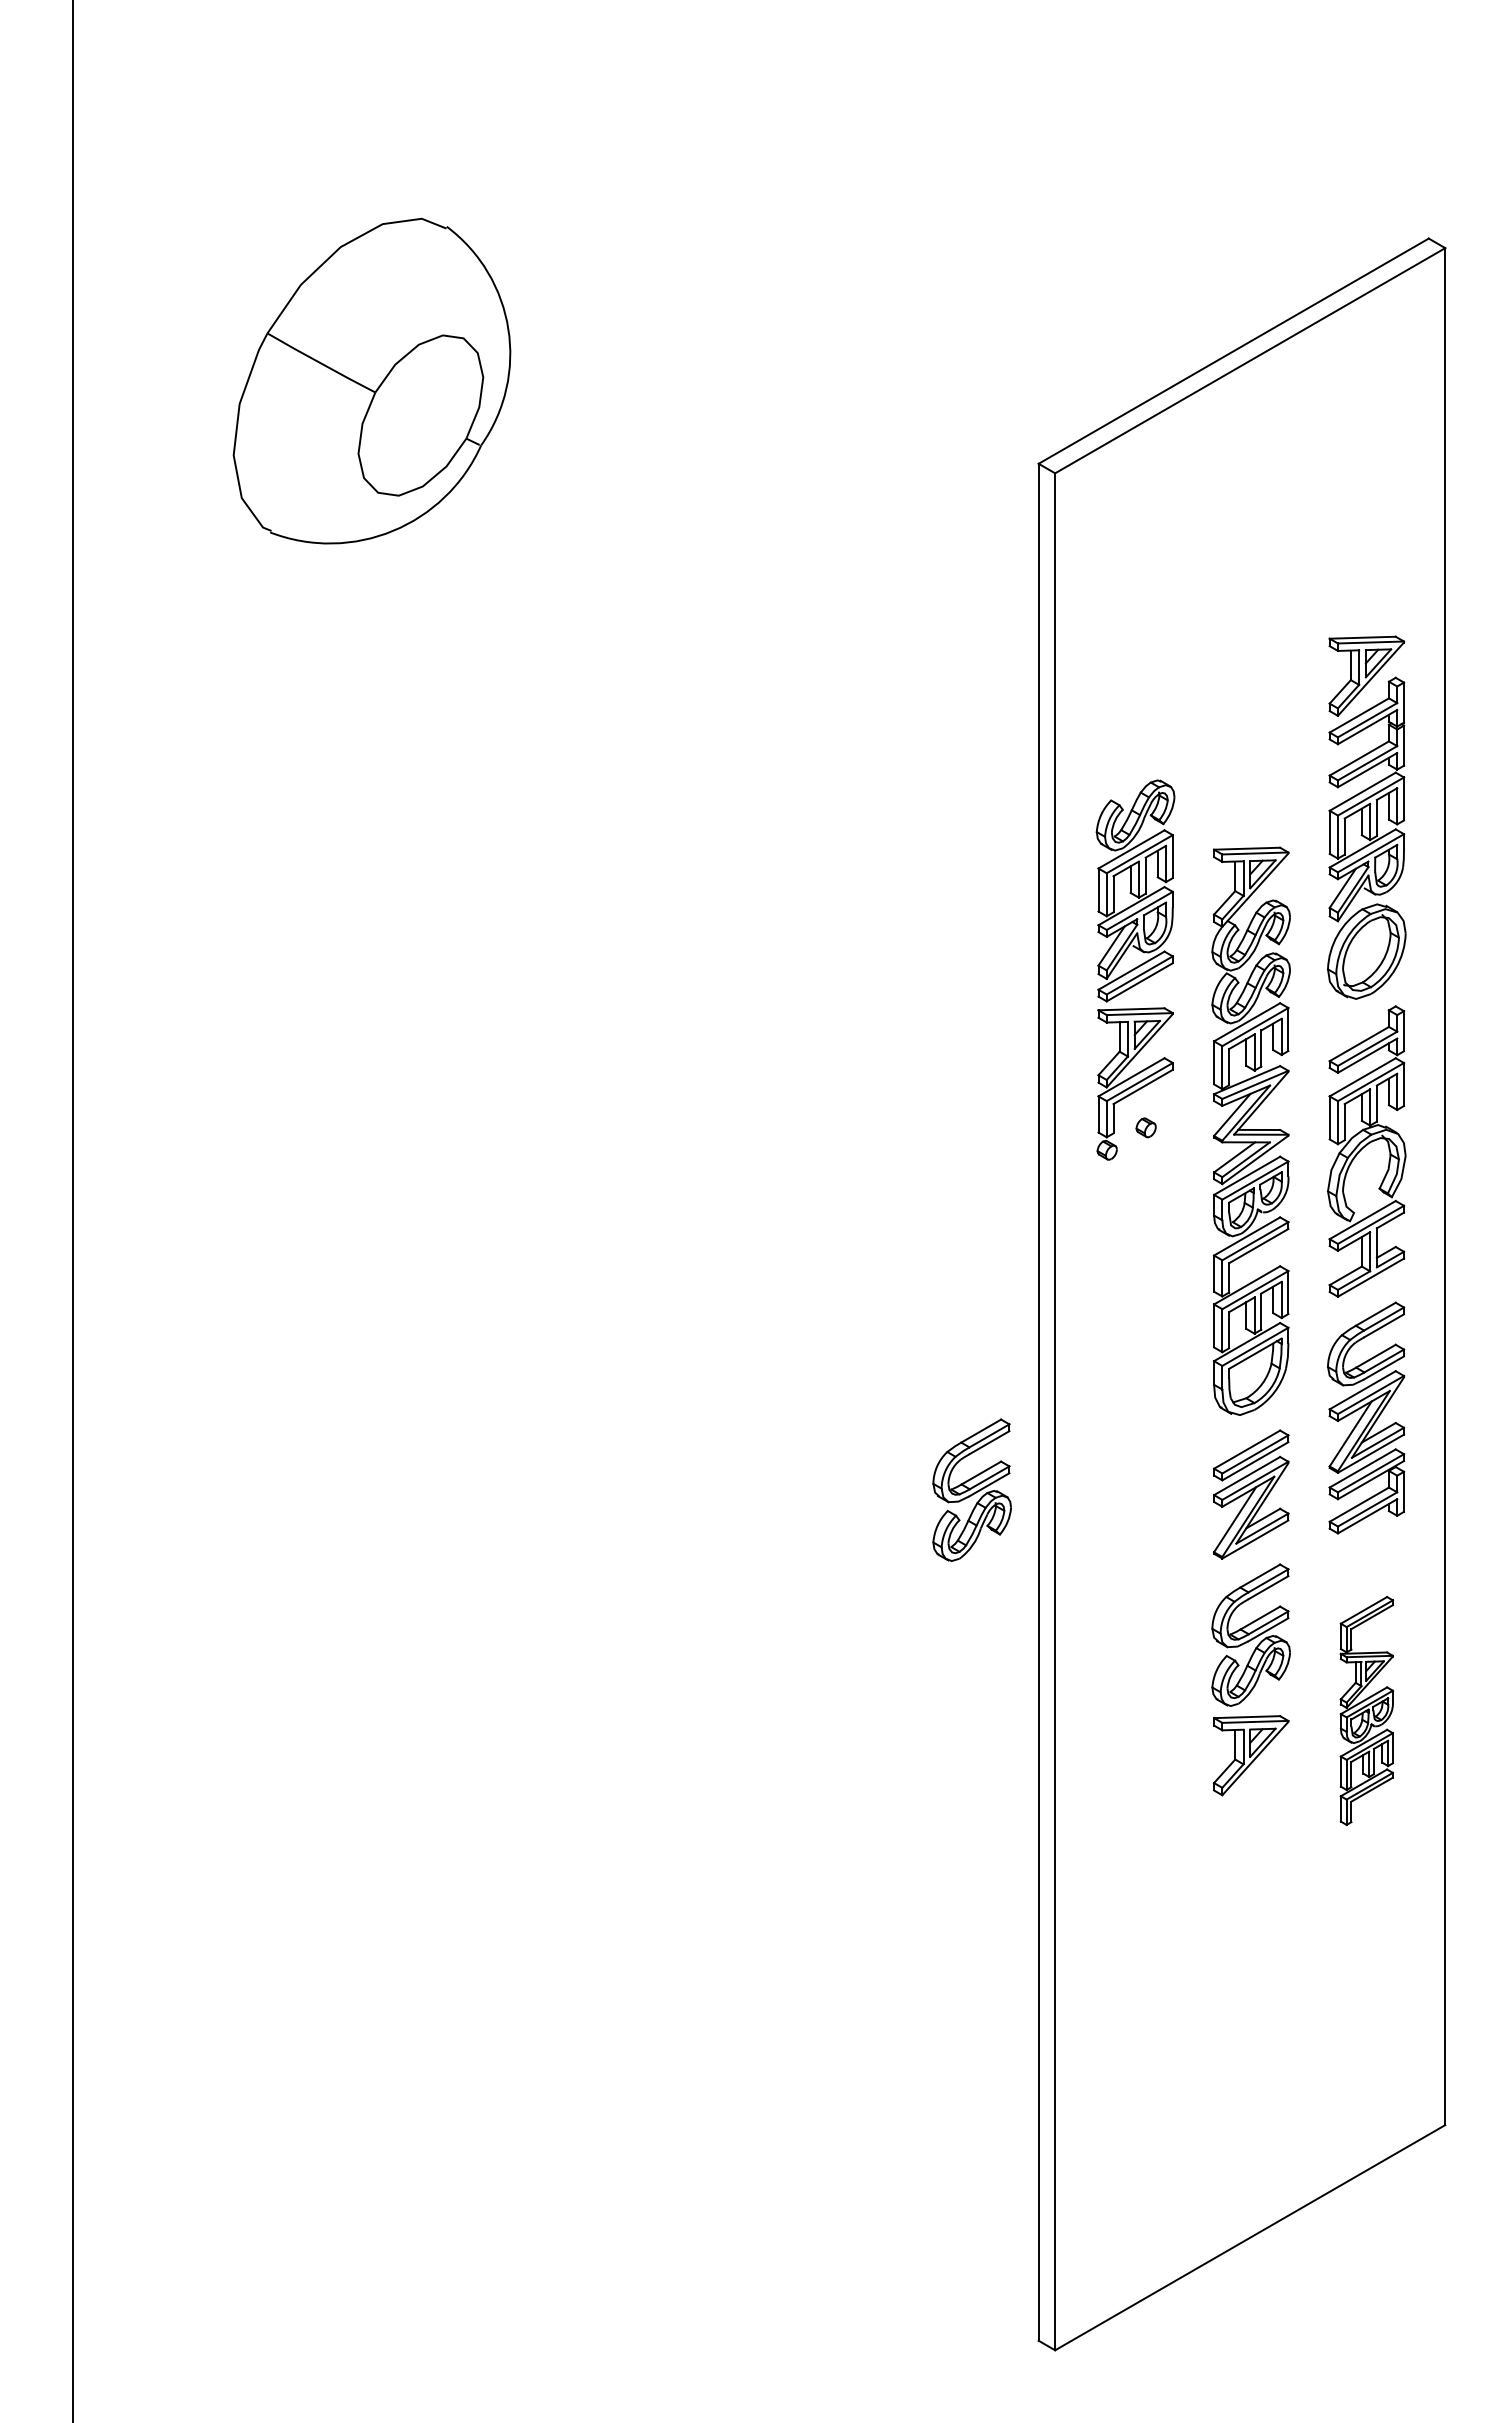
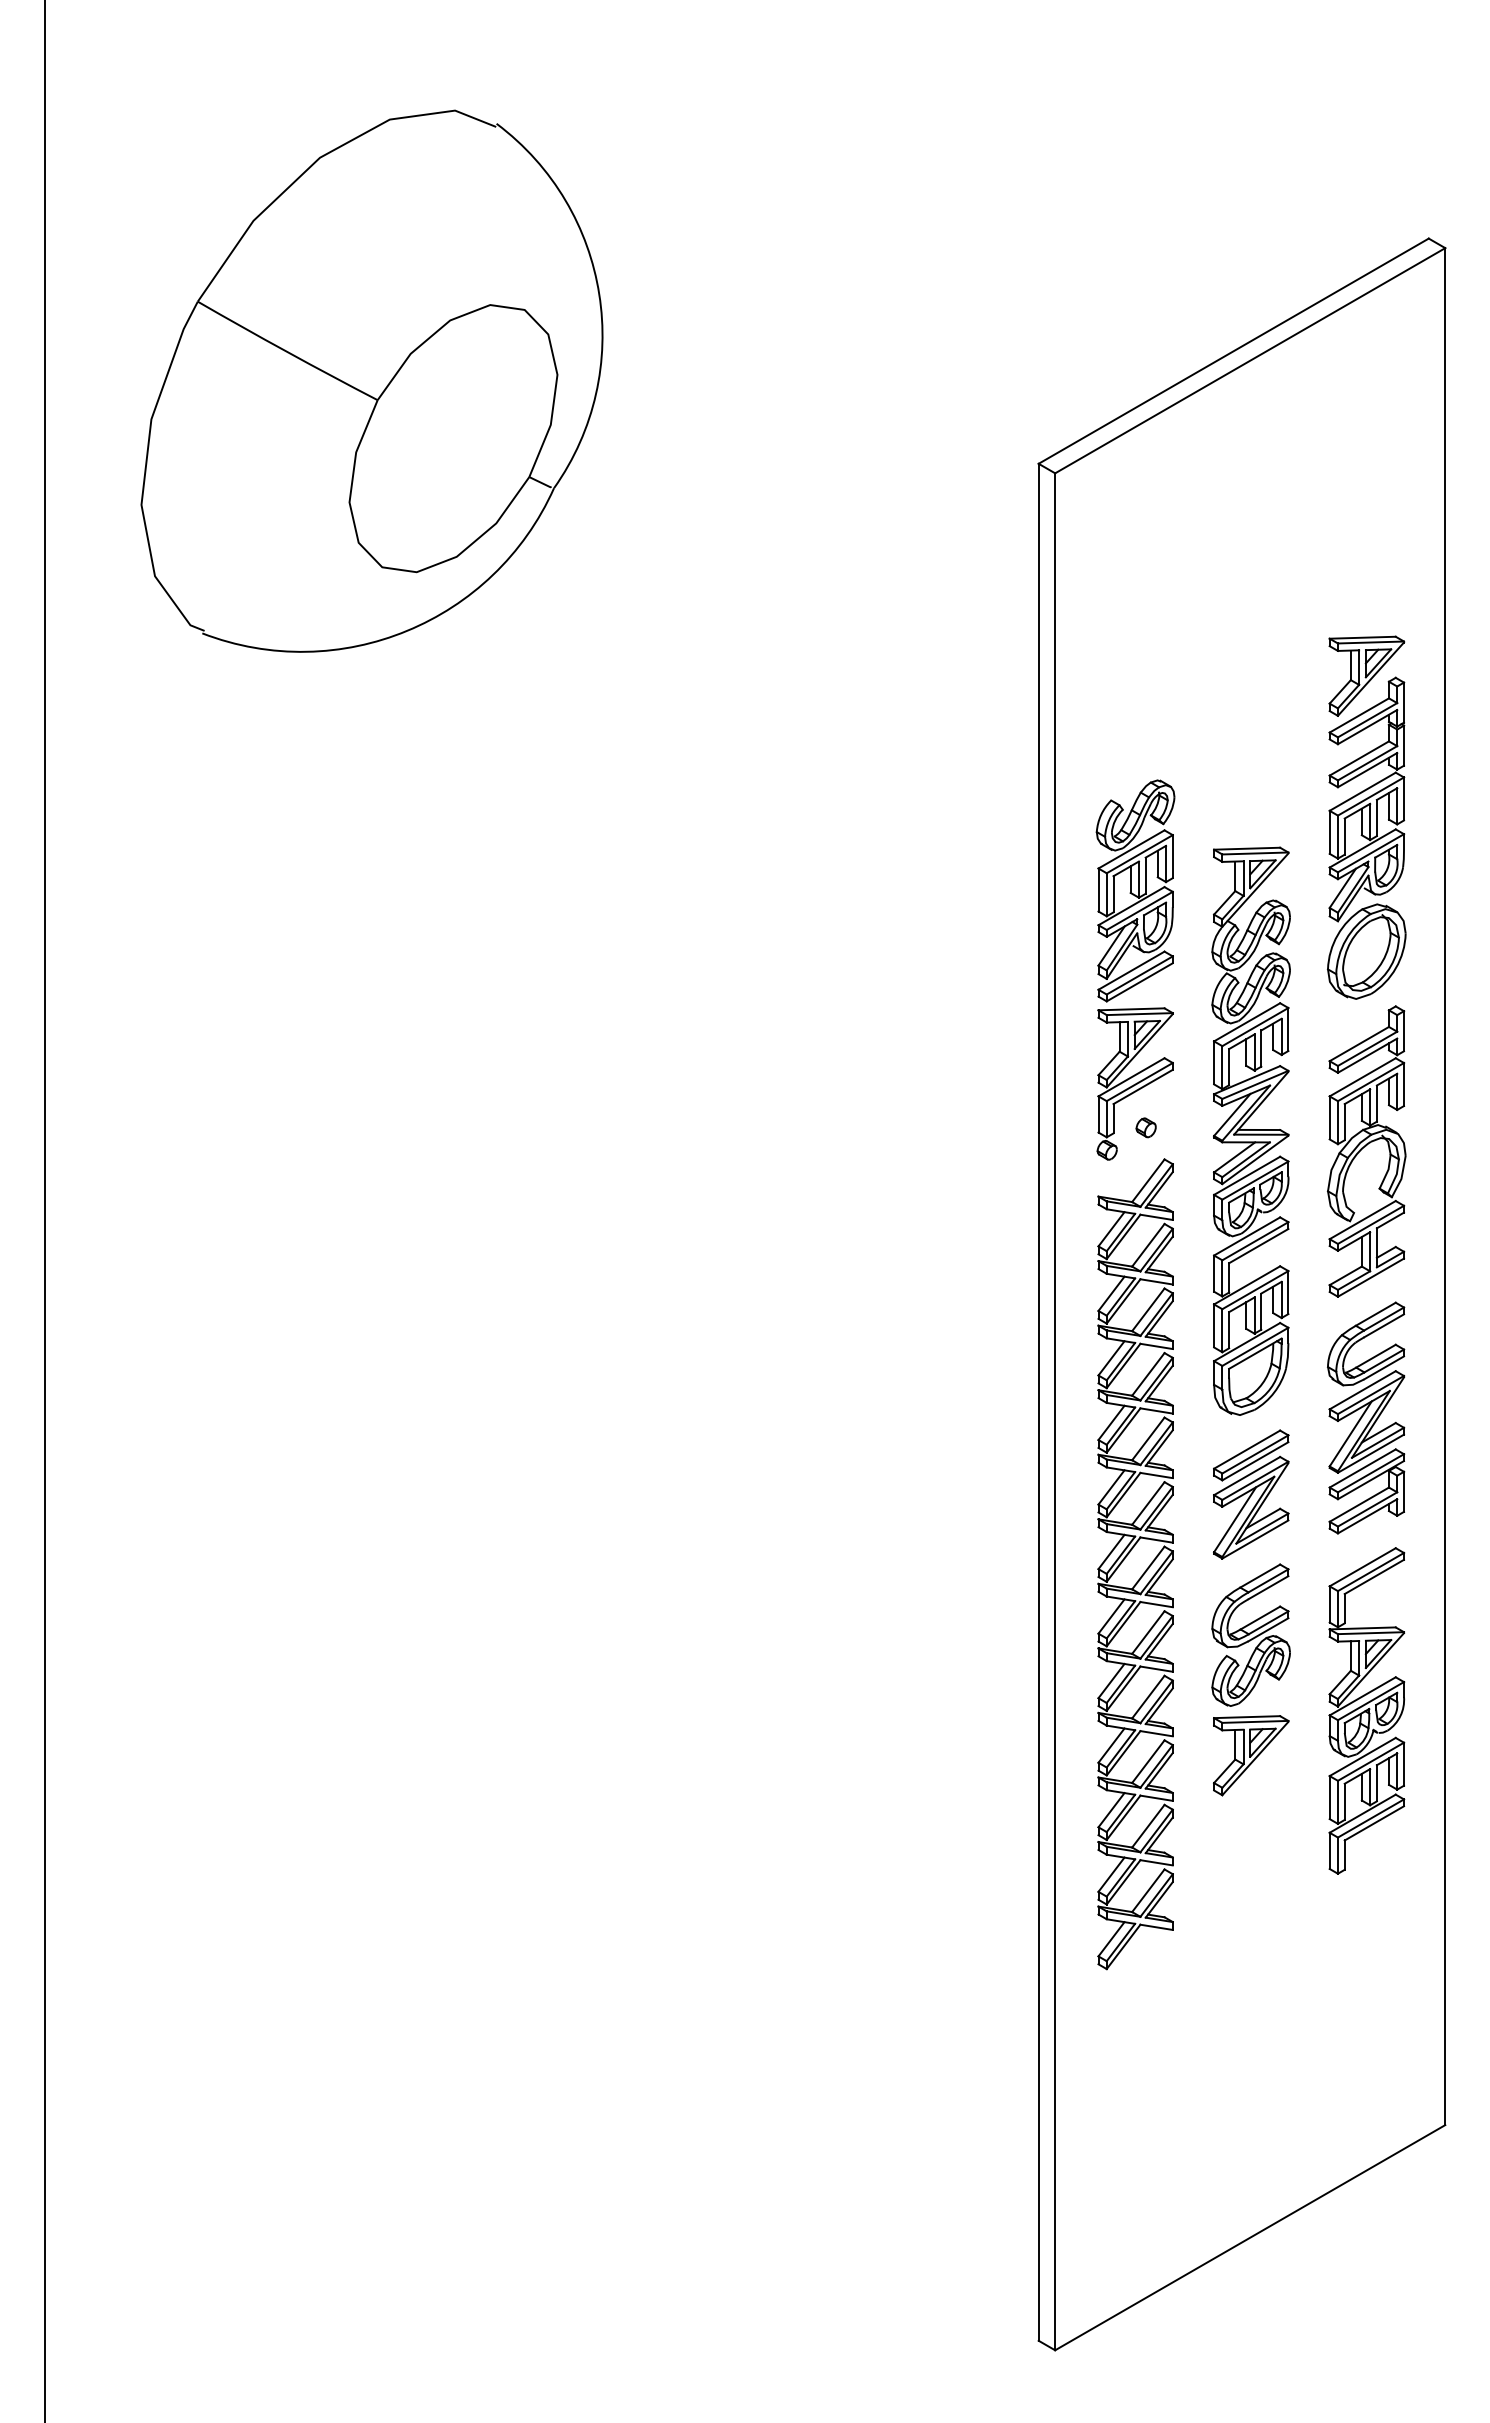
part at (371, 380) size: 280x328 px -> 464x544 px
line at (72, 1210) position: (72, 1210) -> (44, 1210)
part at (971, 1489): present -> none
part at (1127, 1556): none -> present
part at (1366, 1710) size: 55x230 px -> 78x328 px
